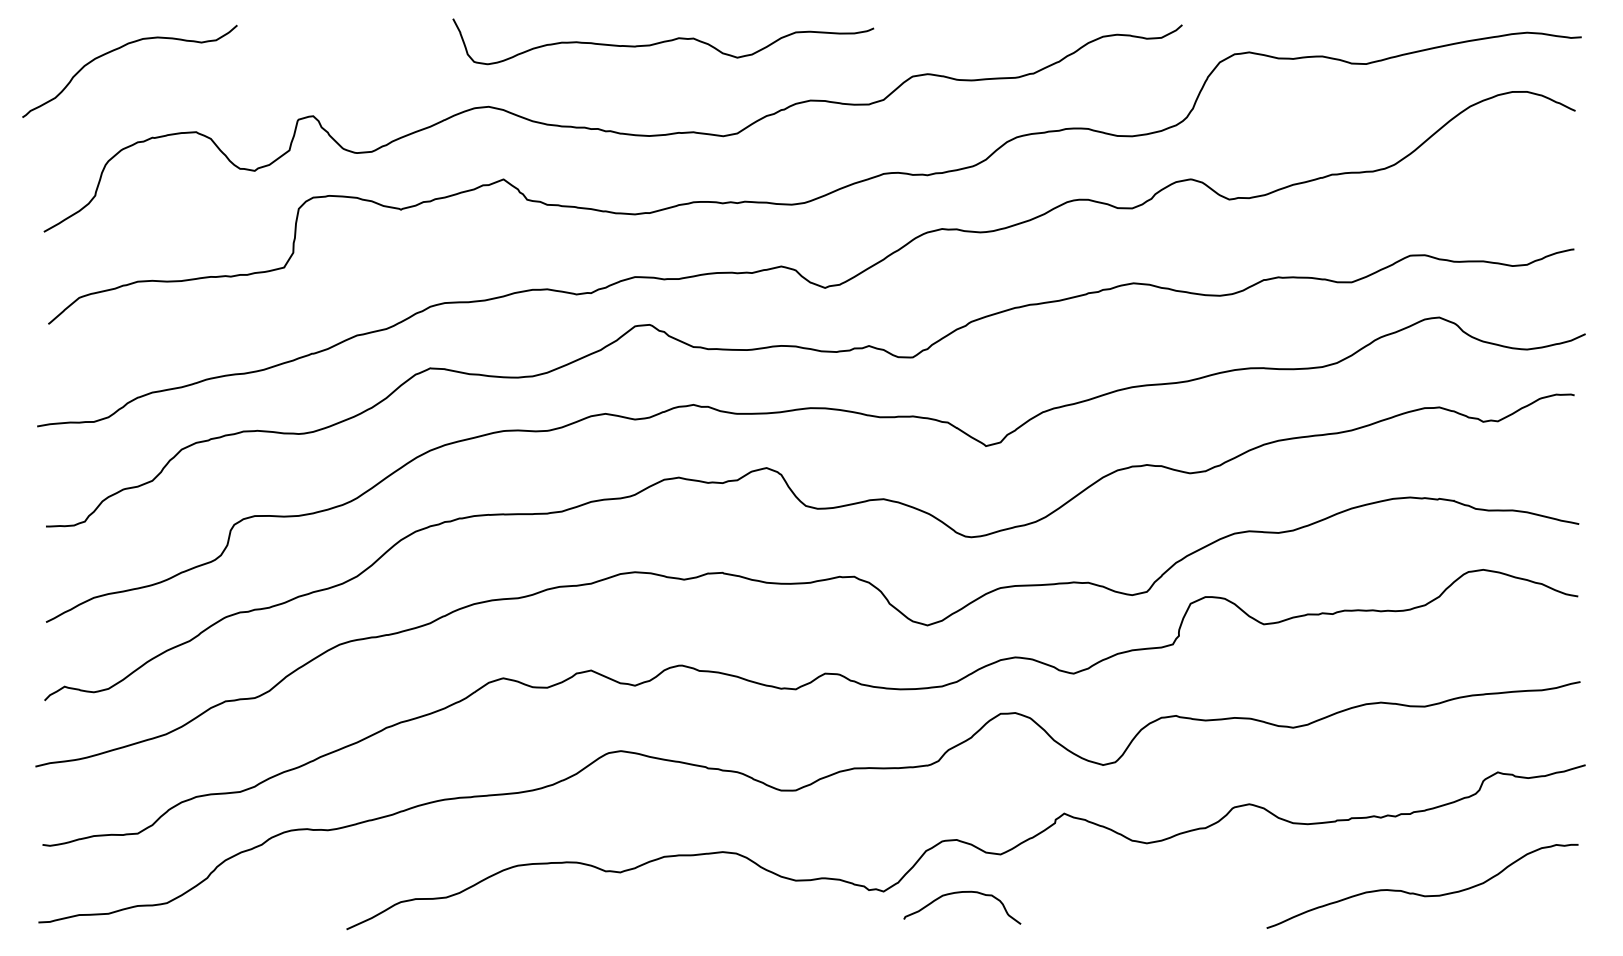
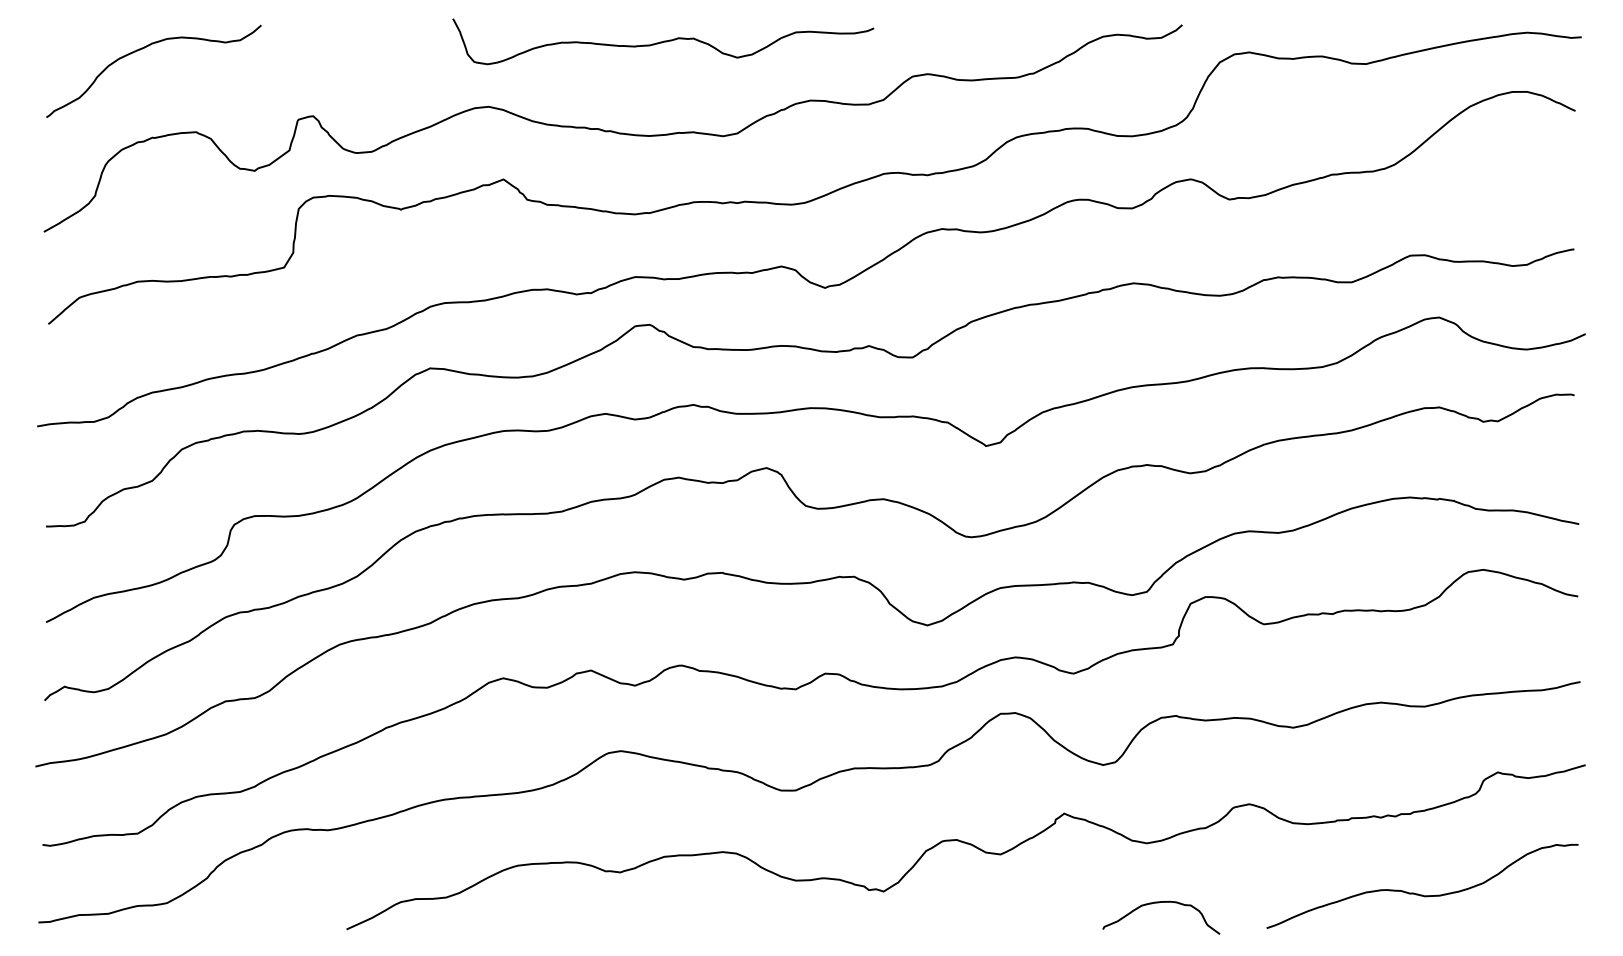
curve at (118, 49) position: (118, 49) -> (142, 49)
curve at (960, 893) position: (960, 893) -> (1159, 903)
